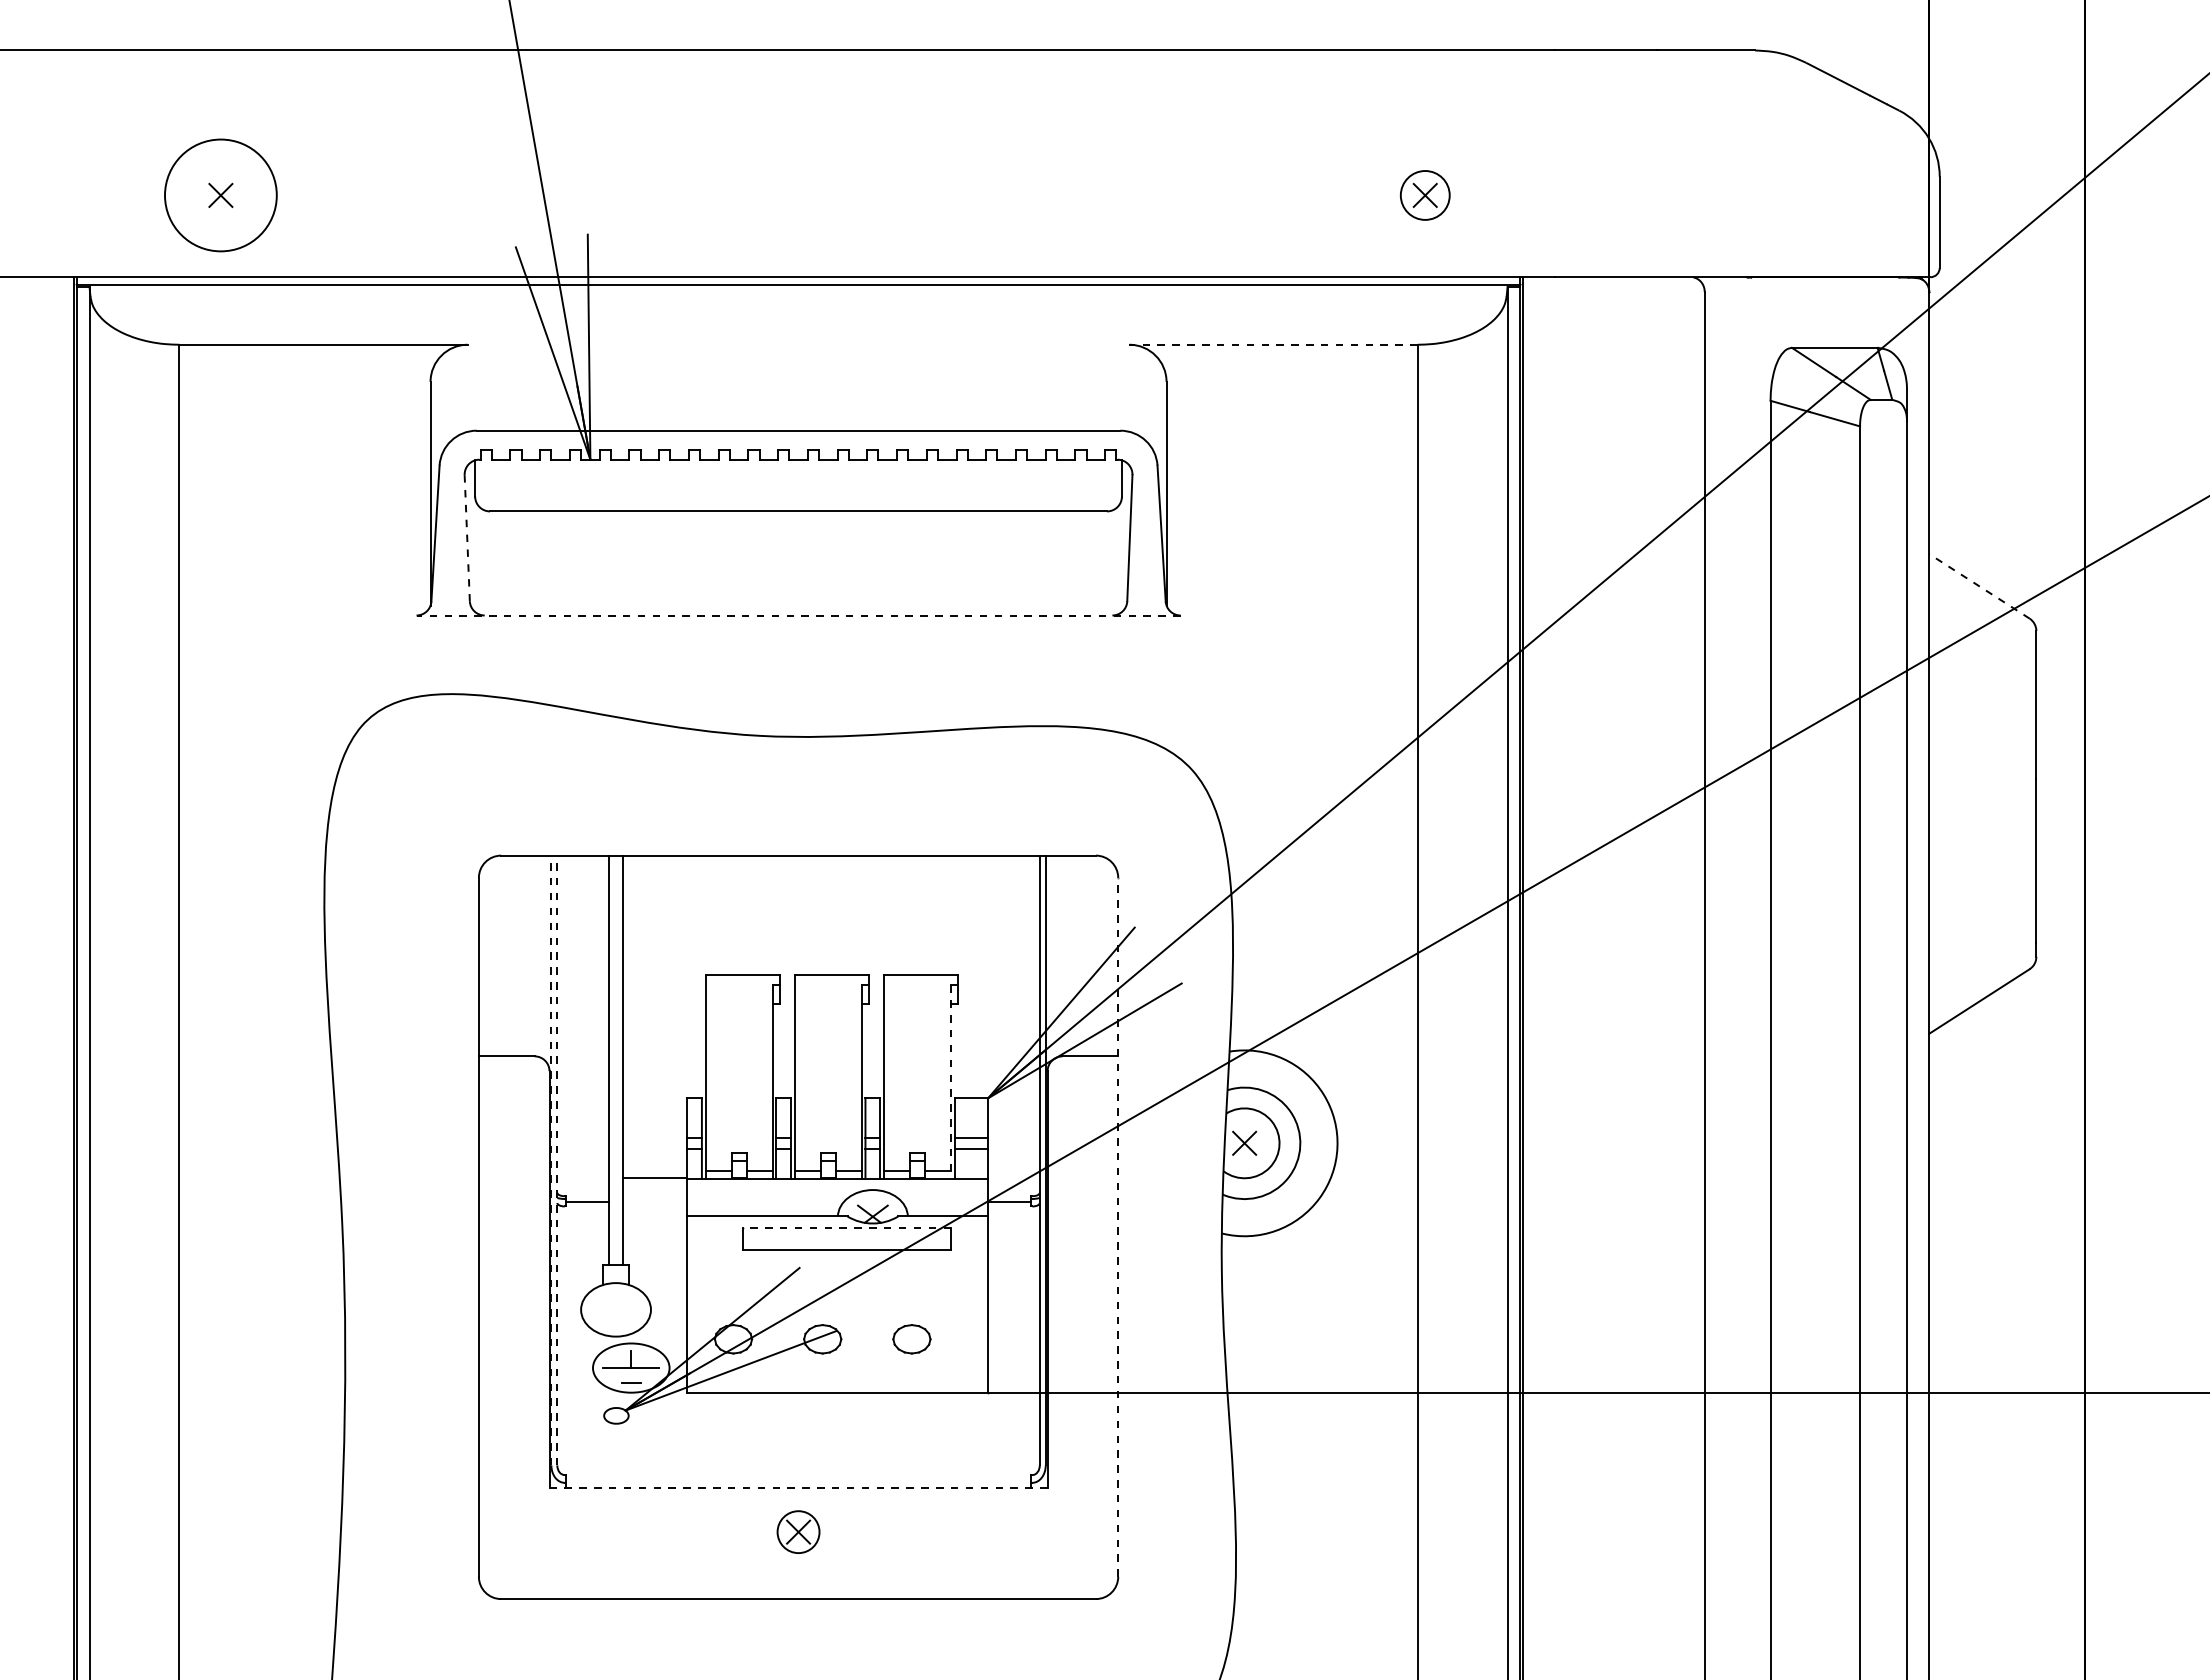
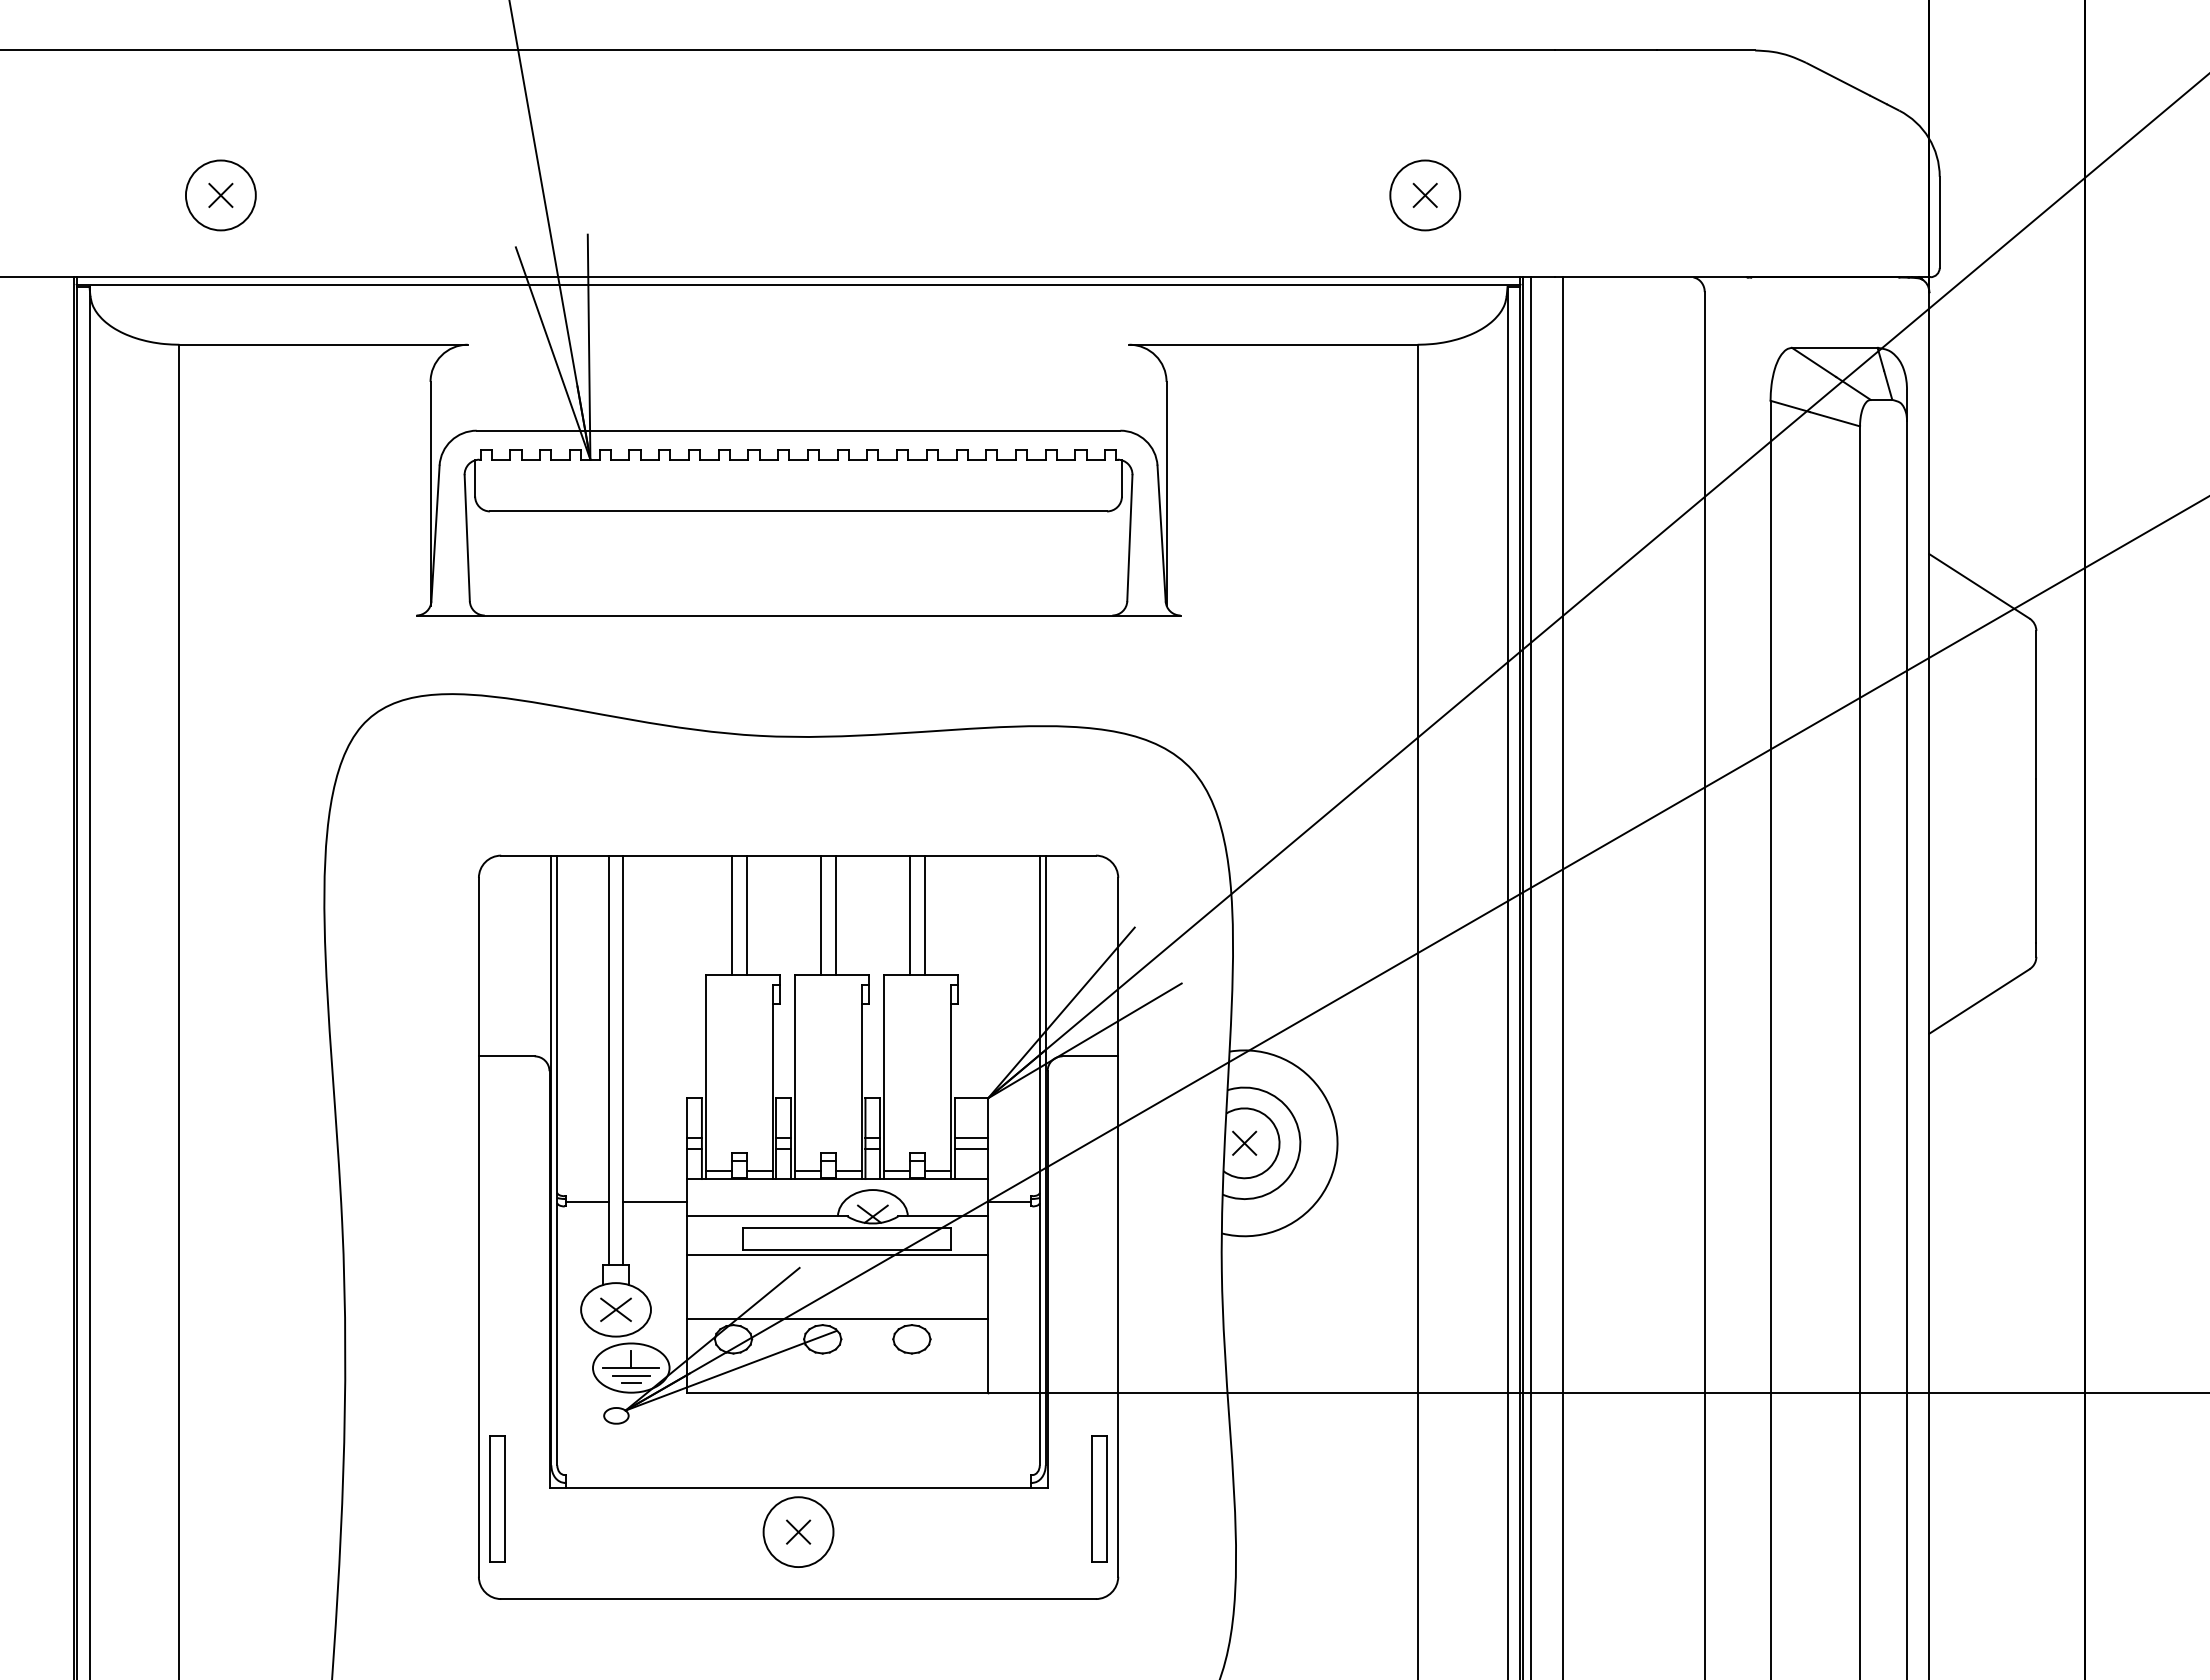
circle at (220, 195) diameter: 112 px -> 70 px
circle at (1424, 195) diameter: 49 px -> 70 px
line at (1273, 344): dashed -> solid
line at (467, 538): dashed -> solid
line at (1979, 586): dashed -> solid
line at (798, 615): dashed -> solid
line at (731, 914): none -> present
line at (746, 914): none -> present
line at (820, 914): none -> present
line at (835, 914): none -> present
line at (910, 914): none -> present
line at (924, 914): none -> present
line at (1530, 976): none -> present
line at (1562, 976): none -> present
line at (950, 1082): dashed -> solid
line at (551, 1160): dashed -> solid
line at (557, 1160): dashed -> solid
line at (655, 1178) position: (655, 1178) -> (655, 1202)
line at (1118, 1226): dashed -> solid
line at (846, 1228): dashed -> solid
line at (837, 1254): none -> present
part at (615, 1309): none -> present
line at (837, 1319): none -> present
line at (630, 1375): none -> present
line at (799, 1487): dashed -> solid
part at (497, 1498): none -> present
part at (1099, 1498): none -> present
circle at (798, 1532) diameter: 42 px -> 70 px
